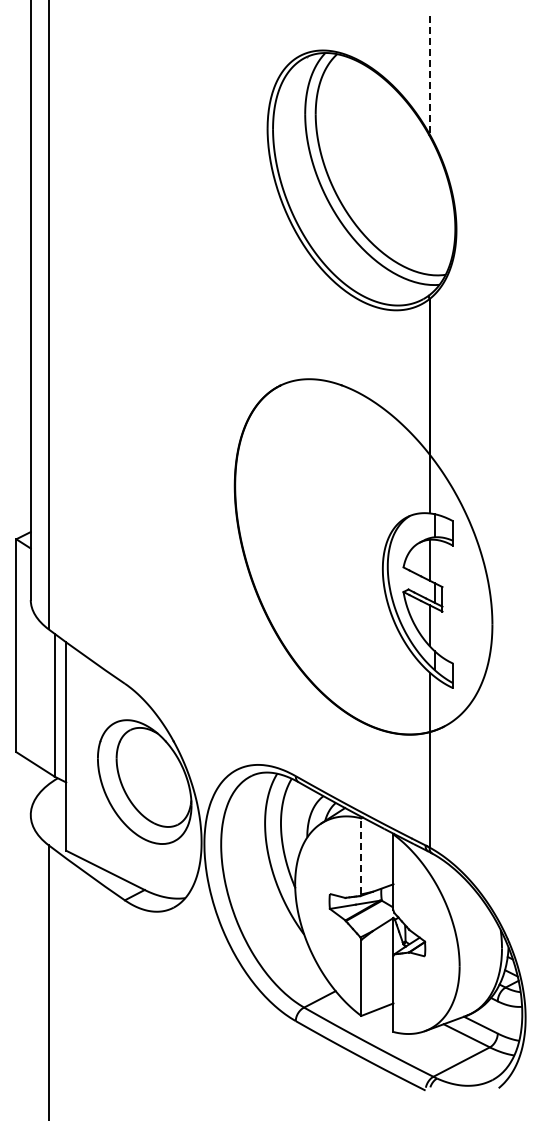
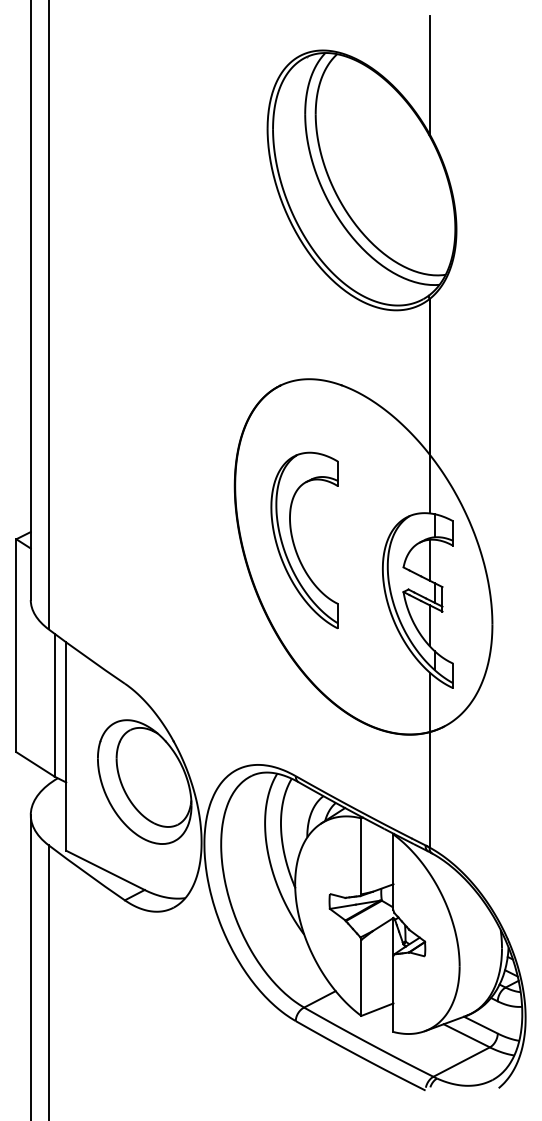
line at (429, 75): dashed -> solid
part at (294, 542): none -> present
line at (361, 855): dashed -> solid
line at (30, 966): none -> present
